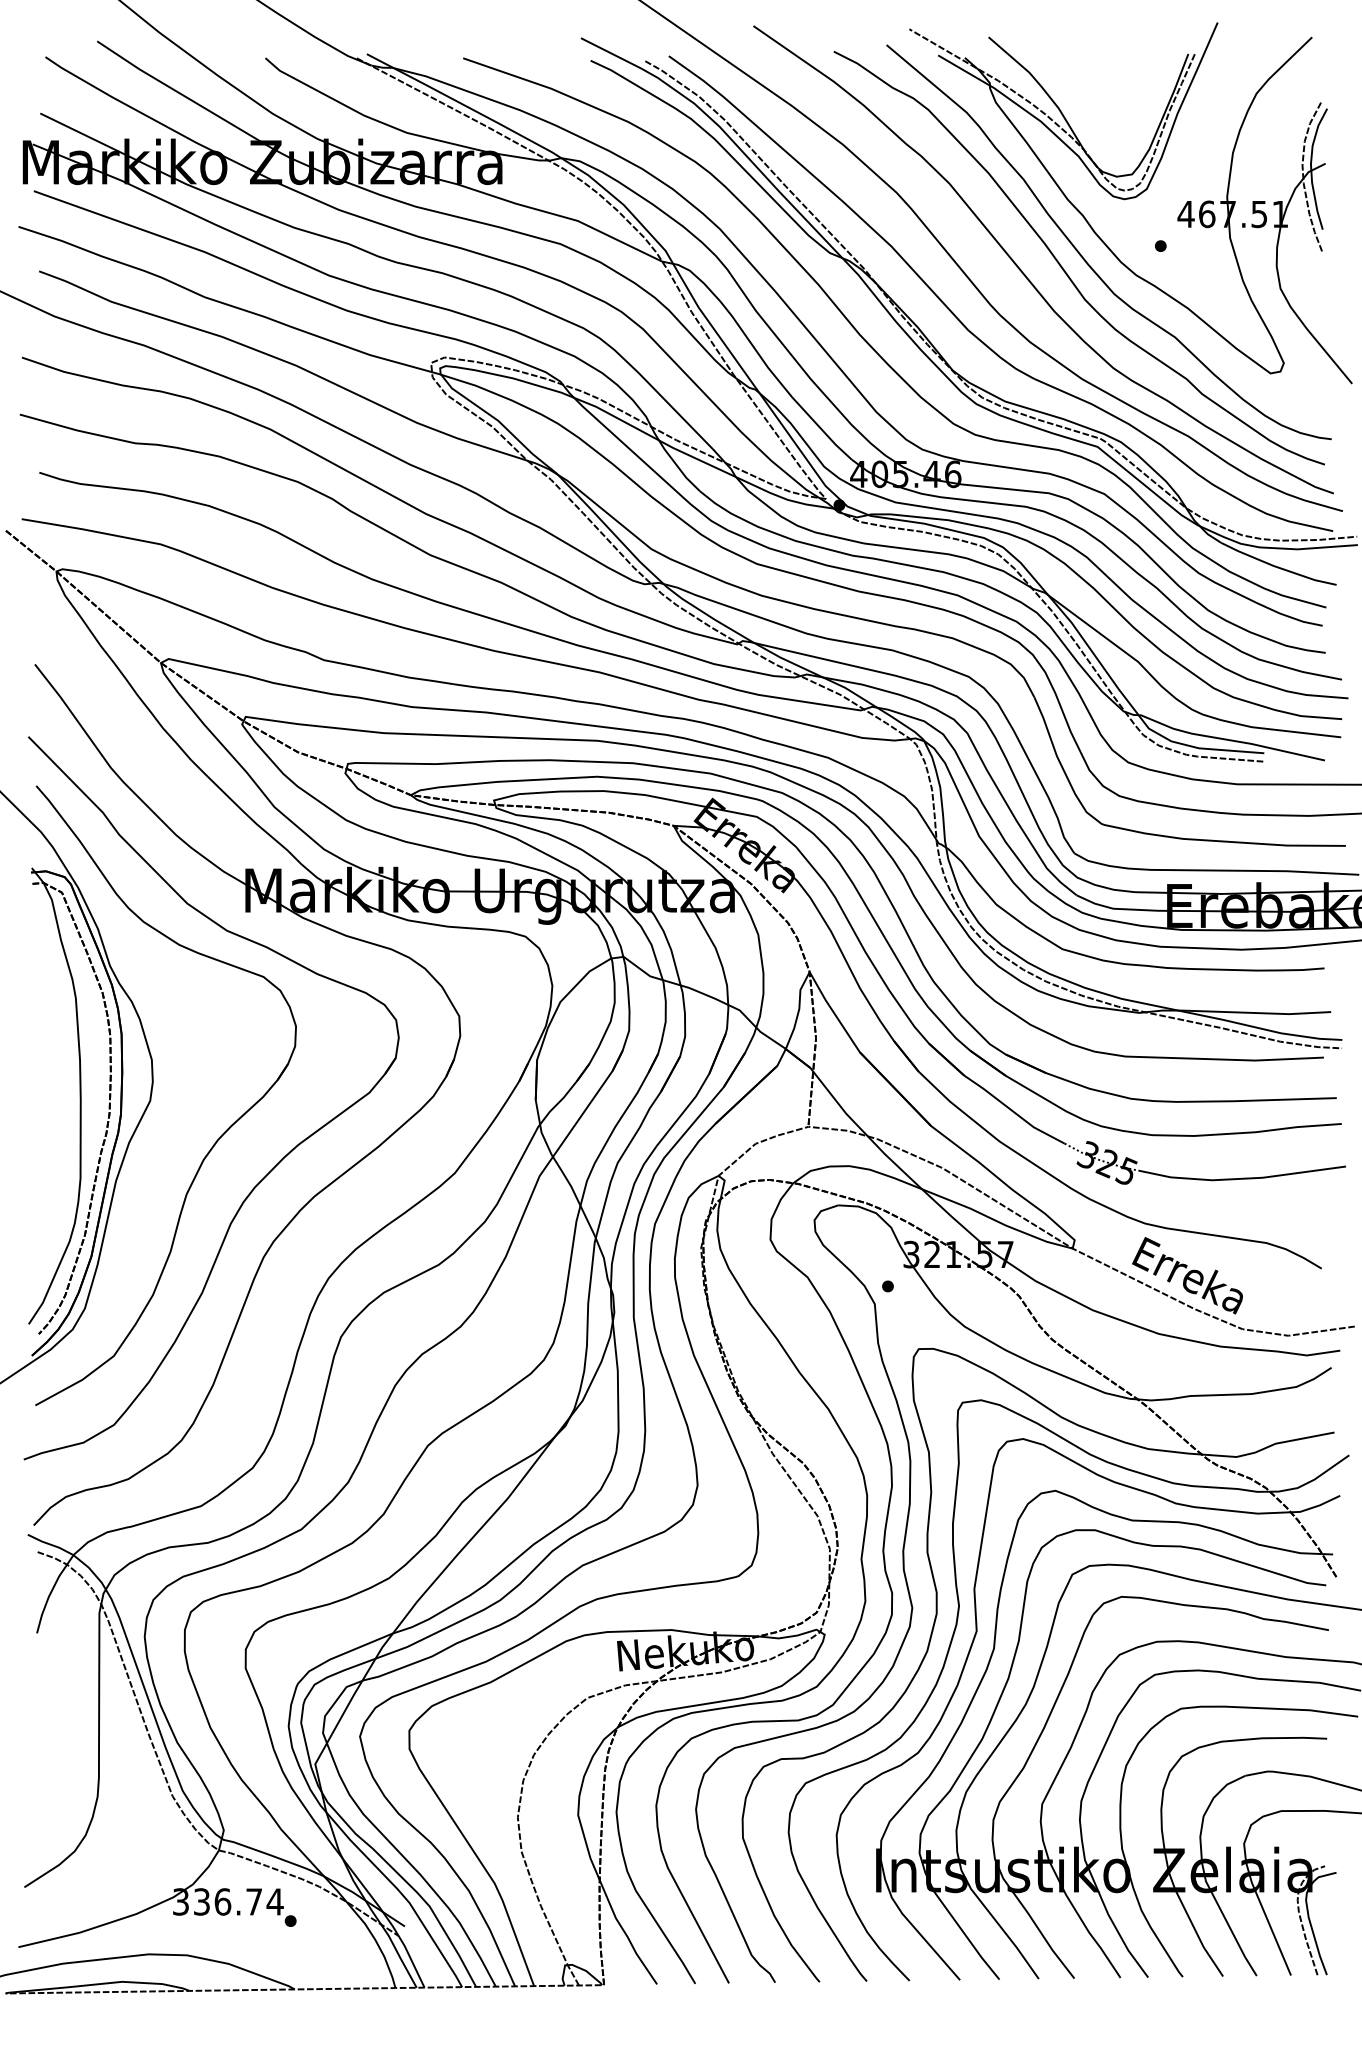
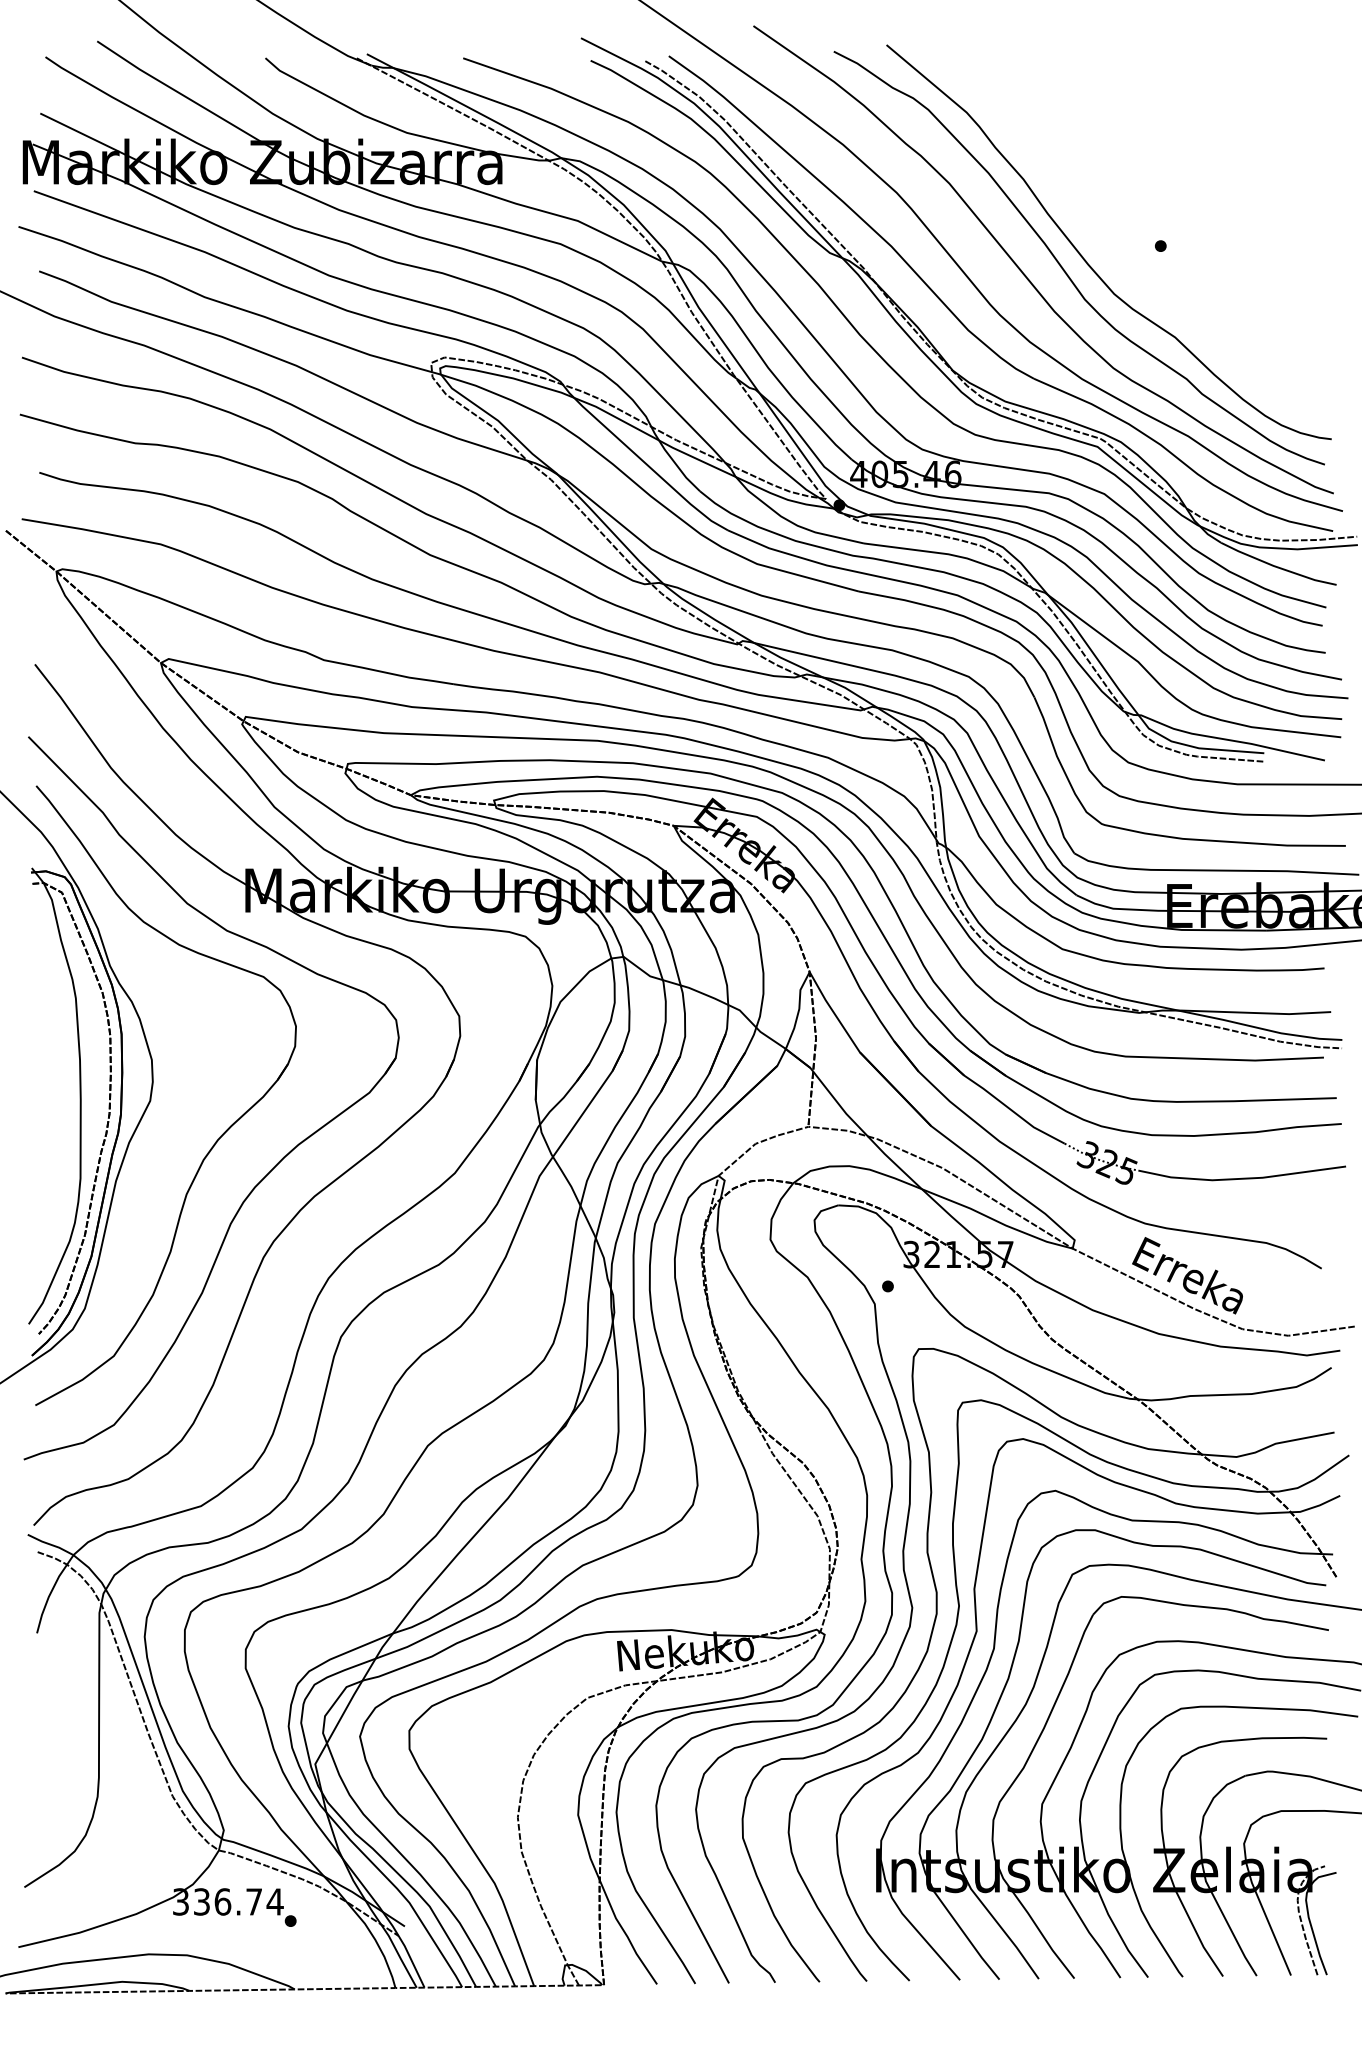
part at (1130, 203): present -> none
